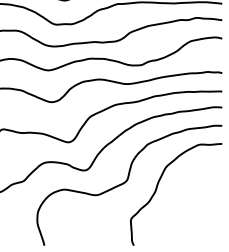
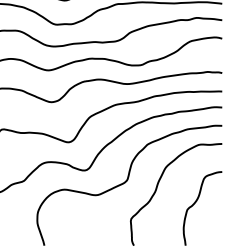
curve at (196, 202): none -> present
